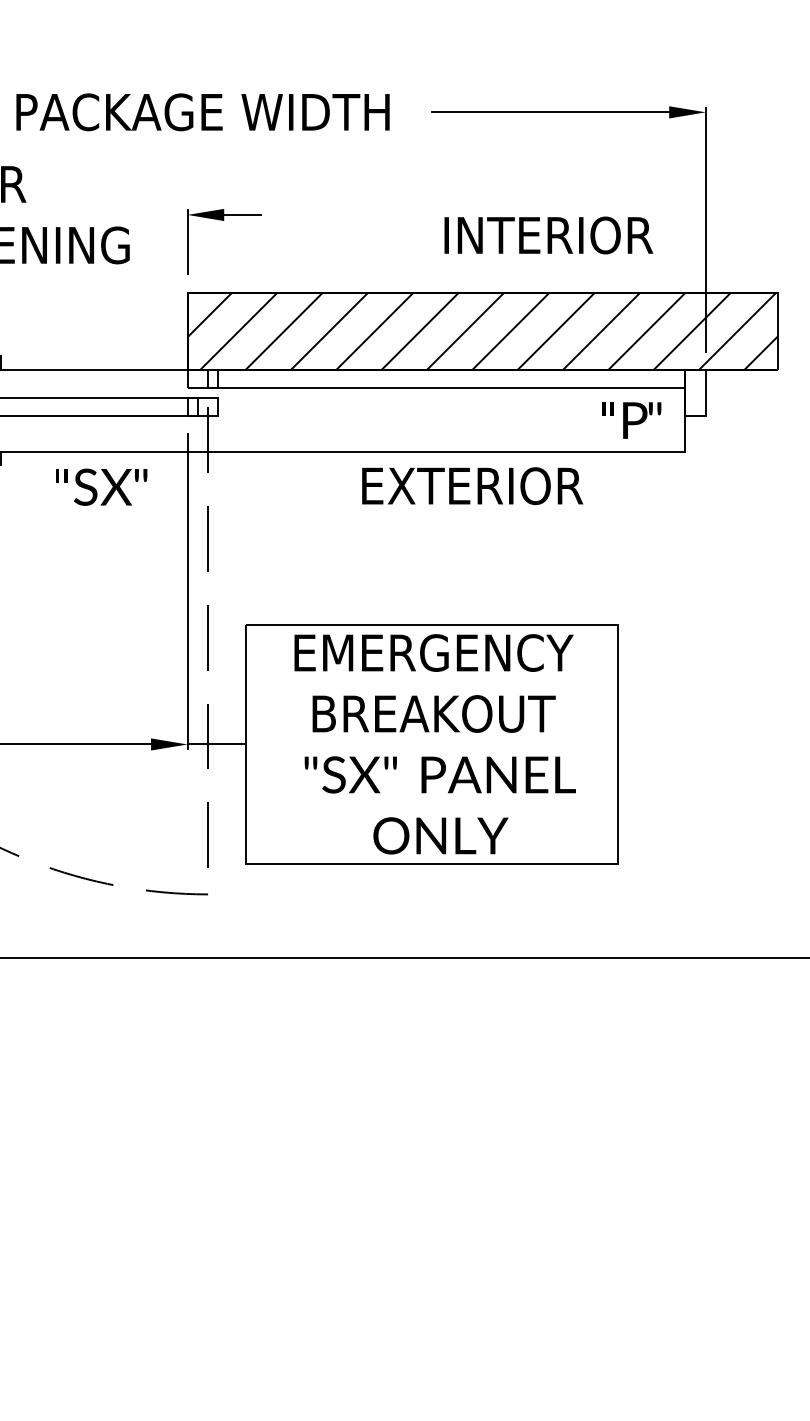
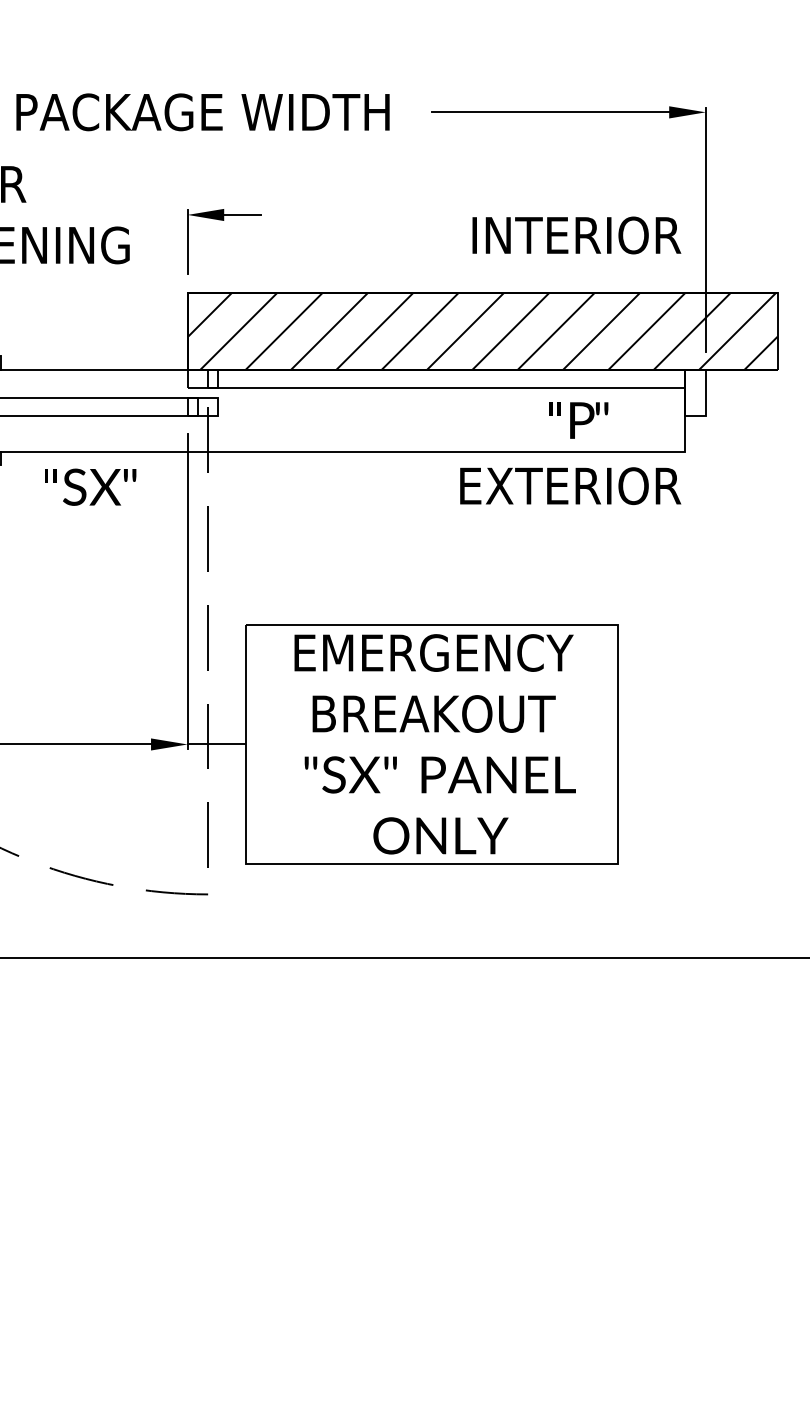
text at (548, 235) position: (548, 235) -> (576, 235)
text at (631, 420) position: (631, 420) -> (578, 420)
text at (101, 486) position: (101, 486) -> (90, 486)
text at (472, 486) position: (472, 486) -> (570, 486)
